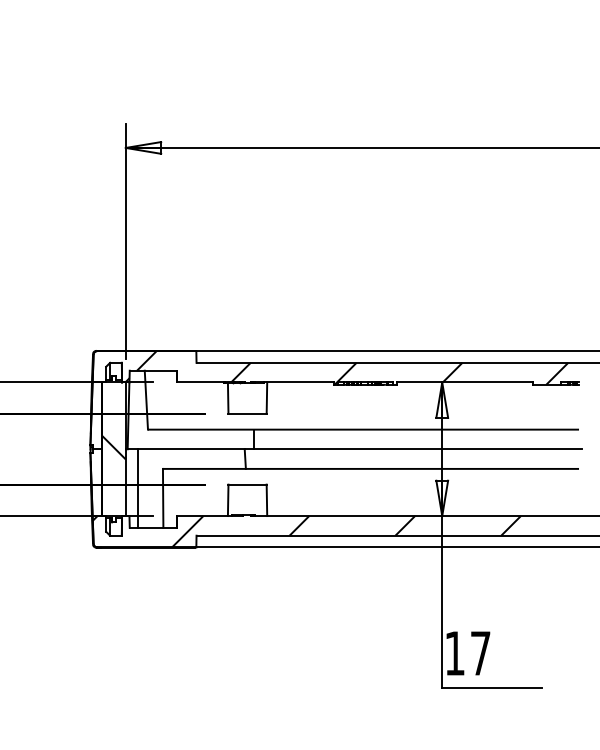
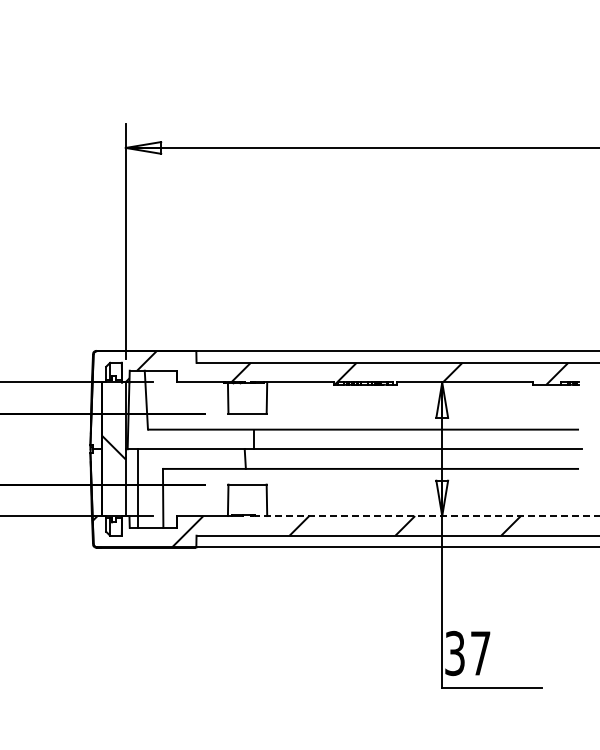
line at (427, 516): solid -> dashed
text at (454, 653): 17 -> 37
